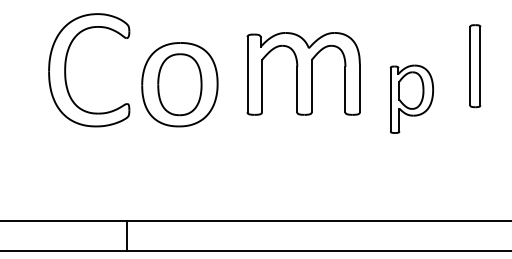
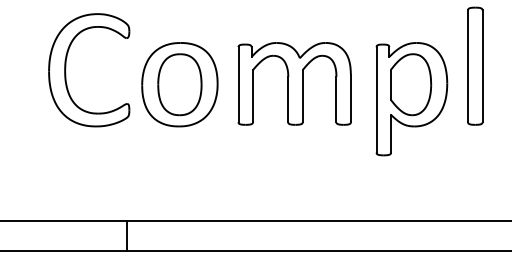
part at (475, 66) size: 13x85 px -> 17x120 px
part at (303, 73) position: (303, 73) -> (294, 83)
part at (411, 98) size: 44x70 px -> 74x115 px
